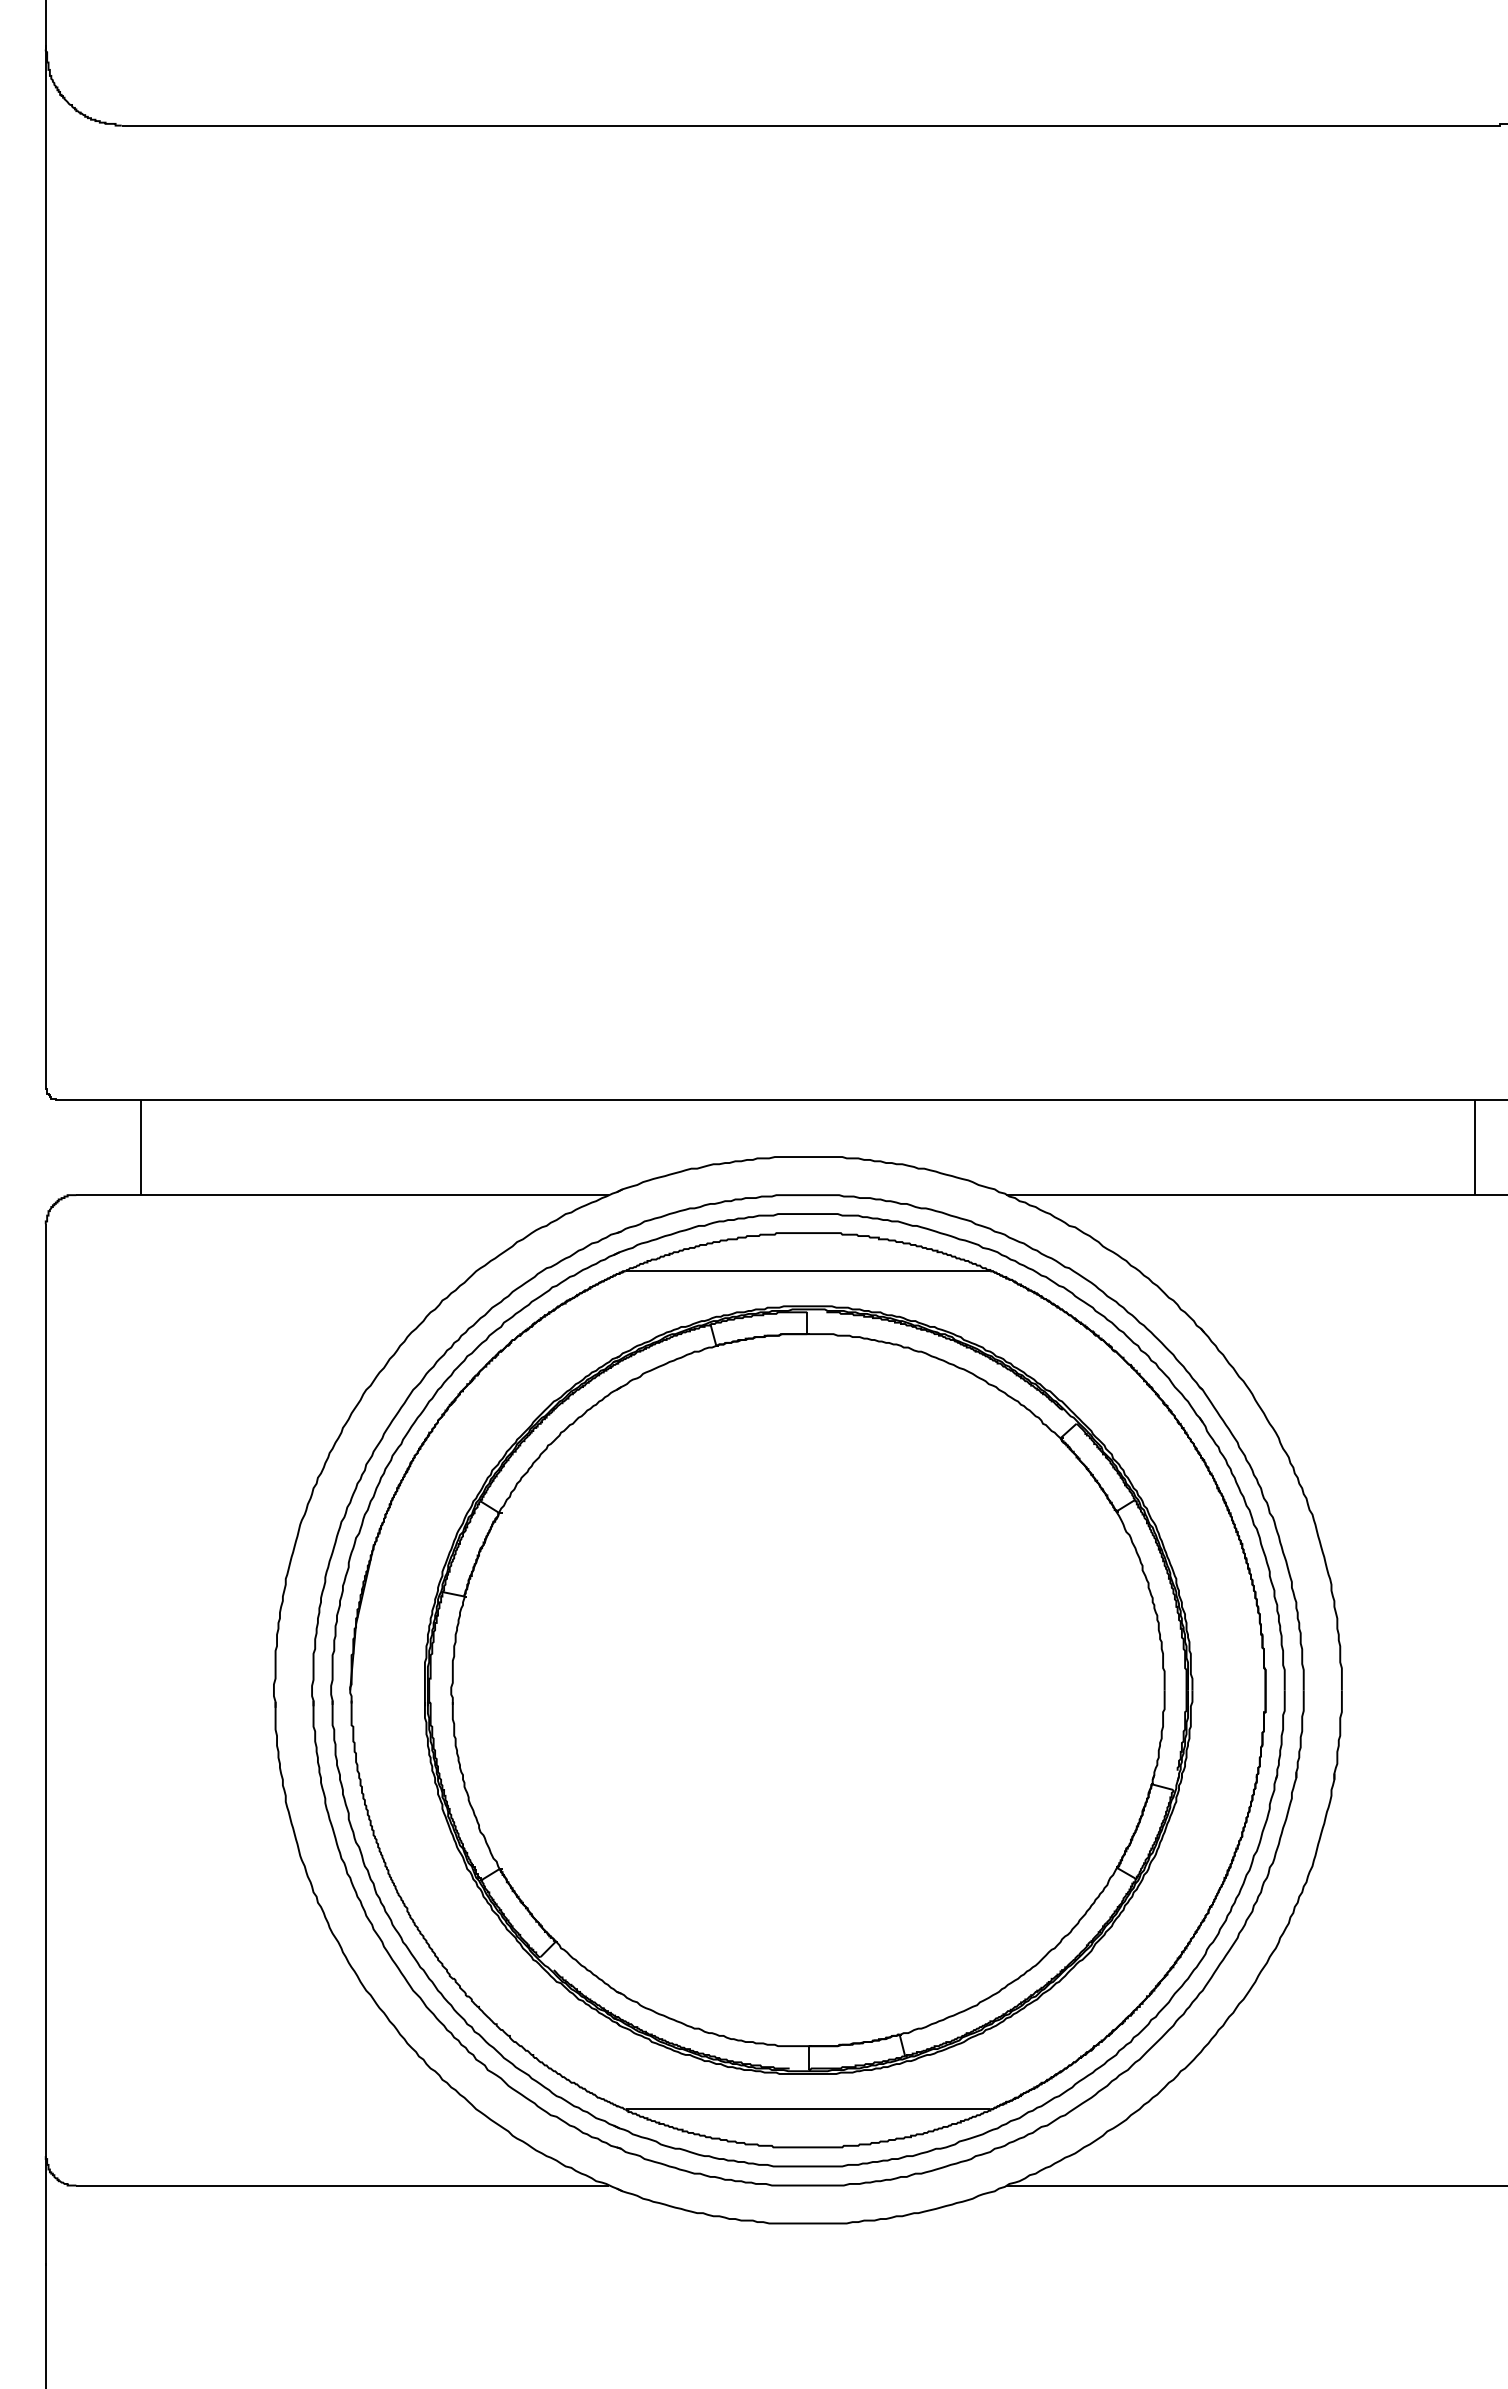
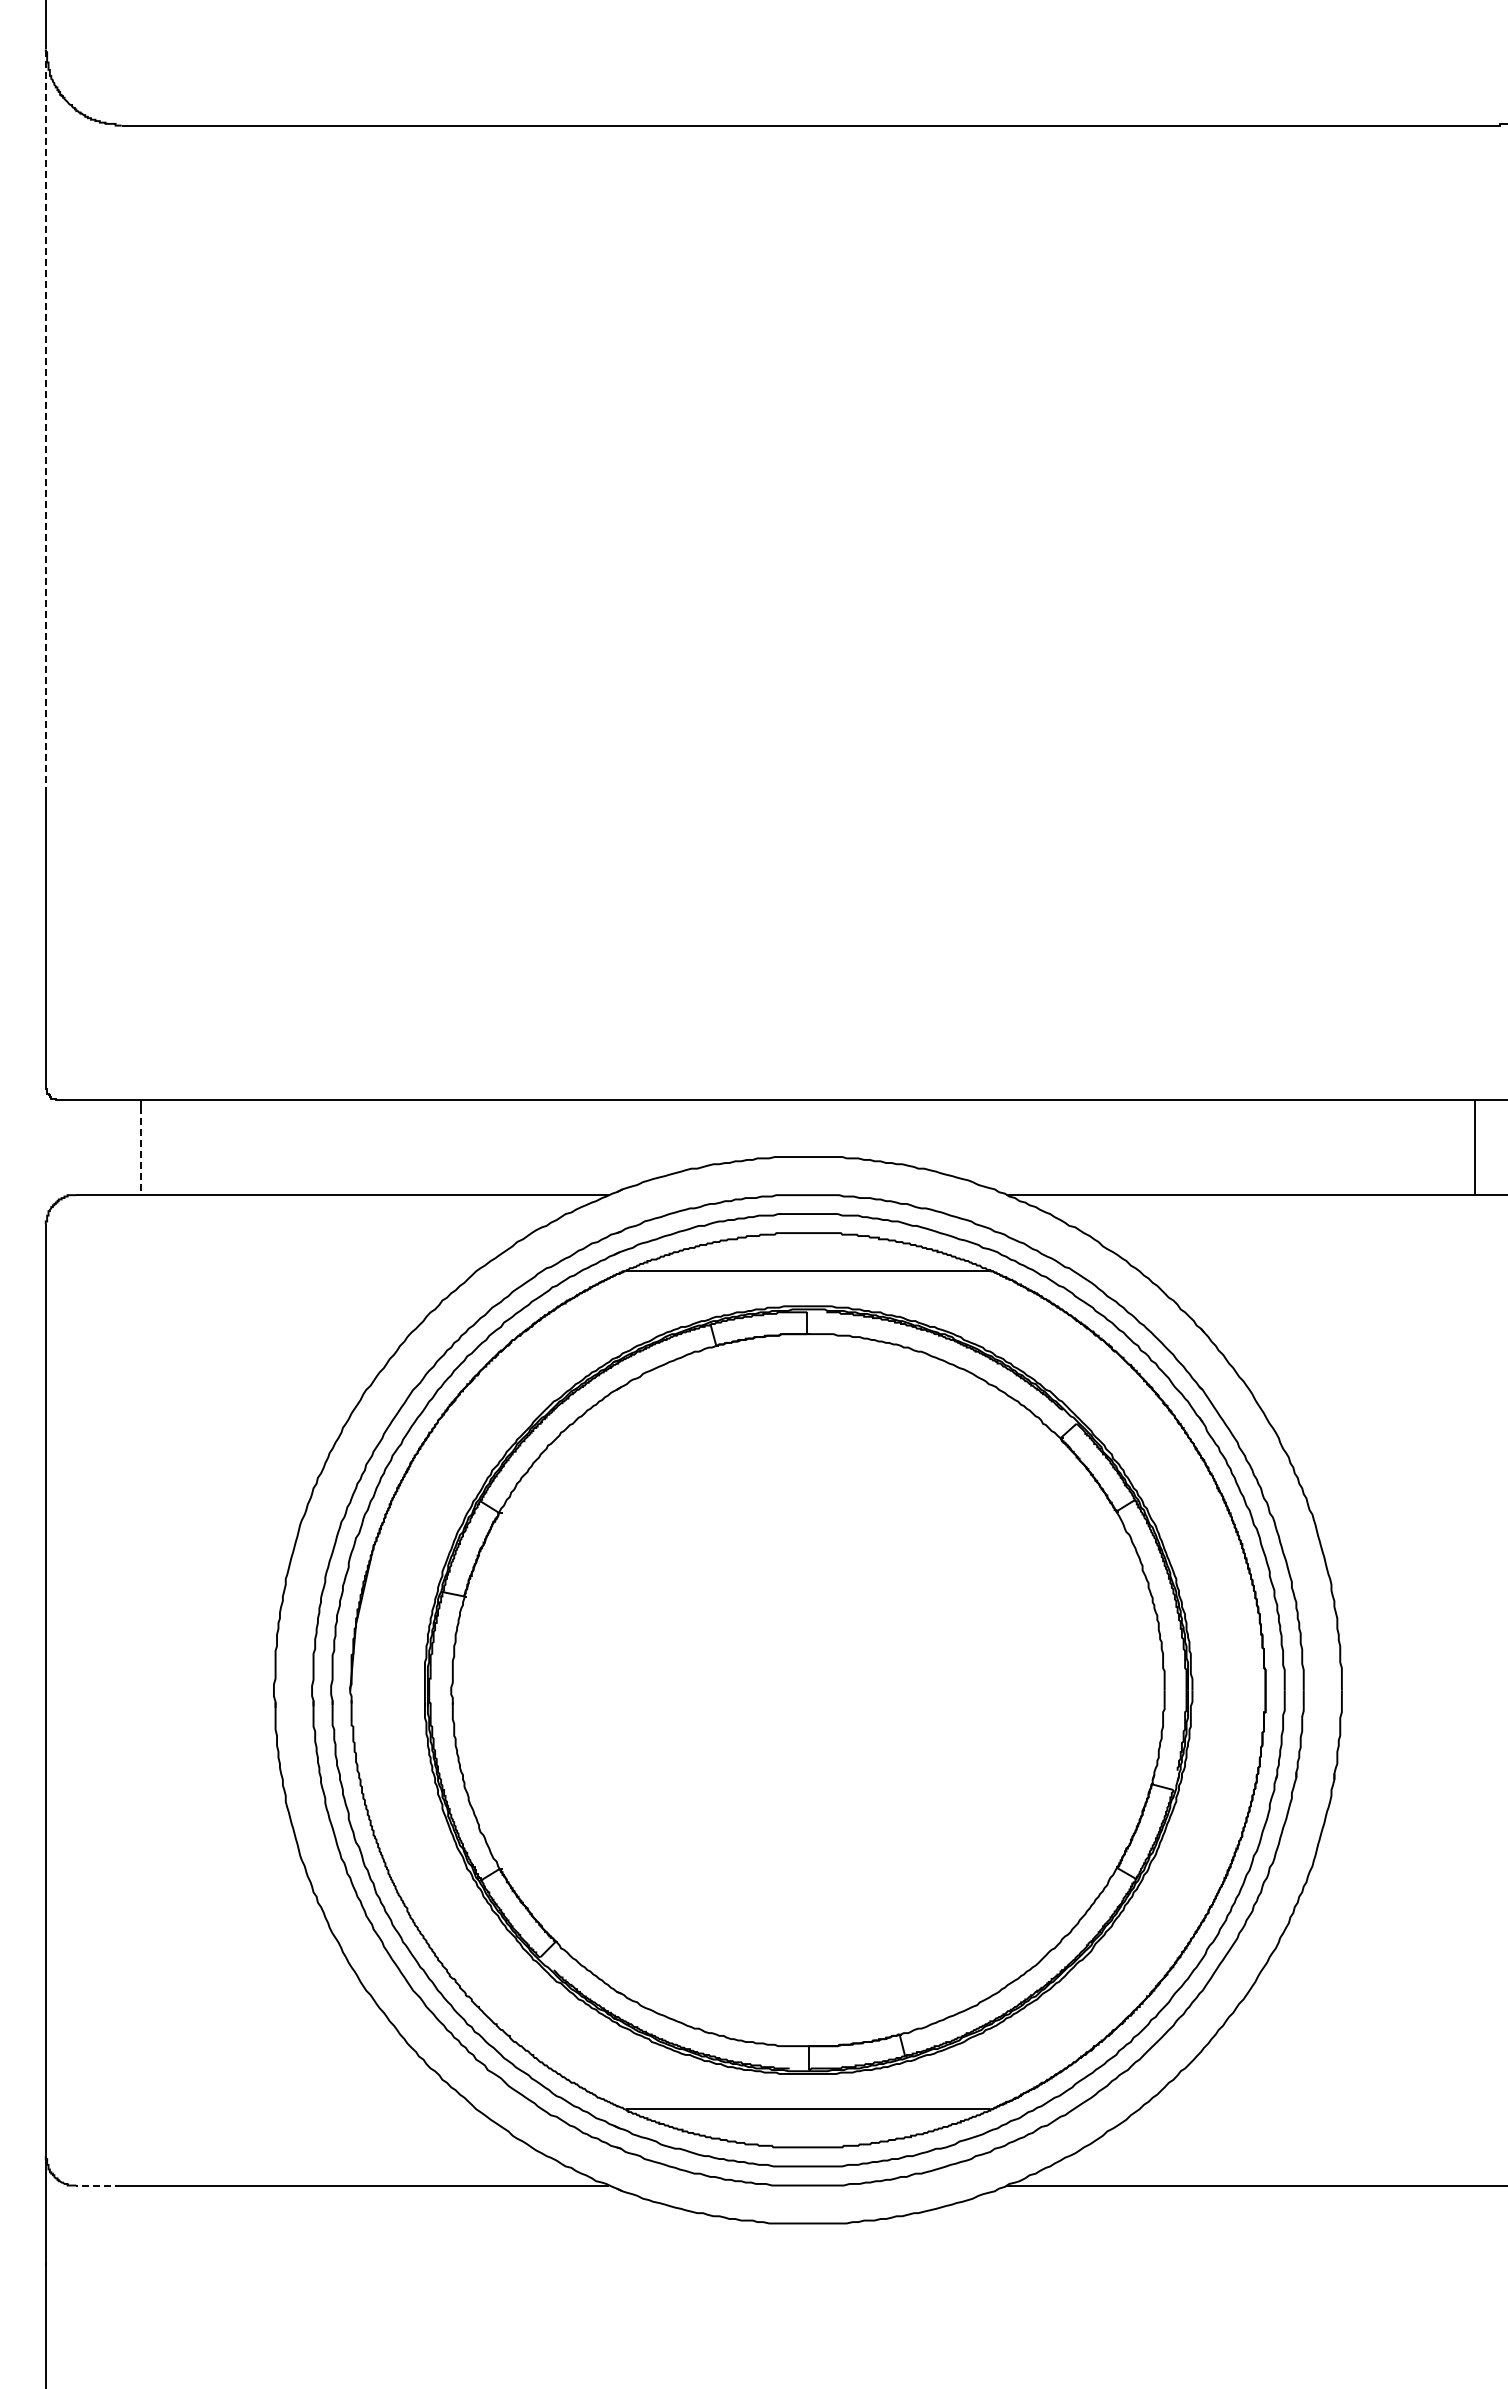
line at (45, 418): solid -> dashed
line at (140, 1151): solid -> dashed
line at (99, 2185): solid -> dashed
